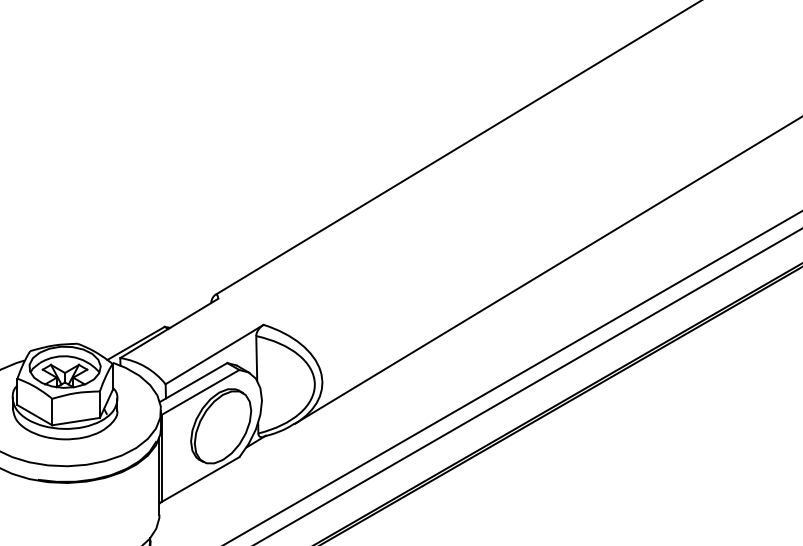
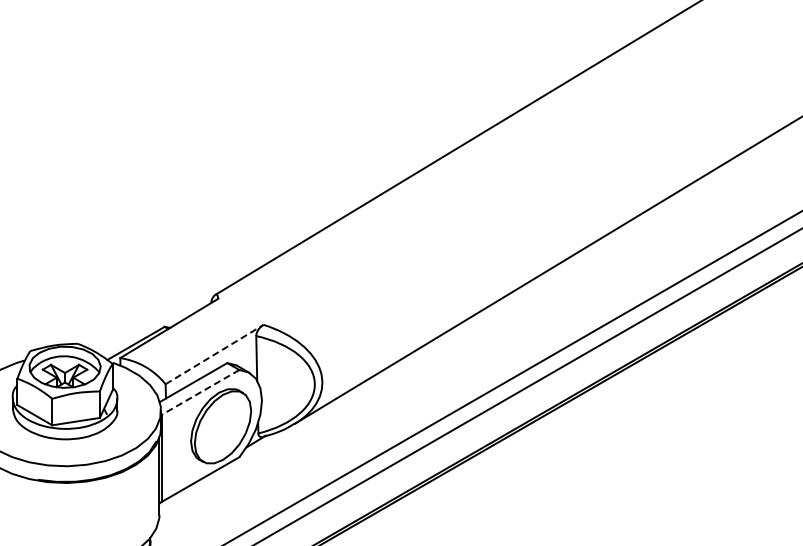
line at (215, 354): solid -> dashed
line at (200, 392): solid -> dashed
